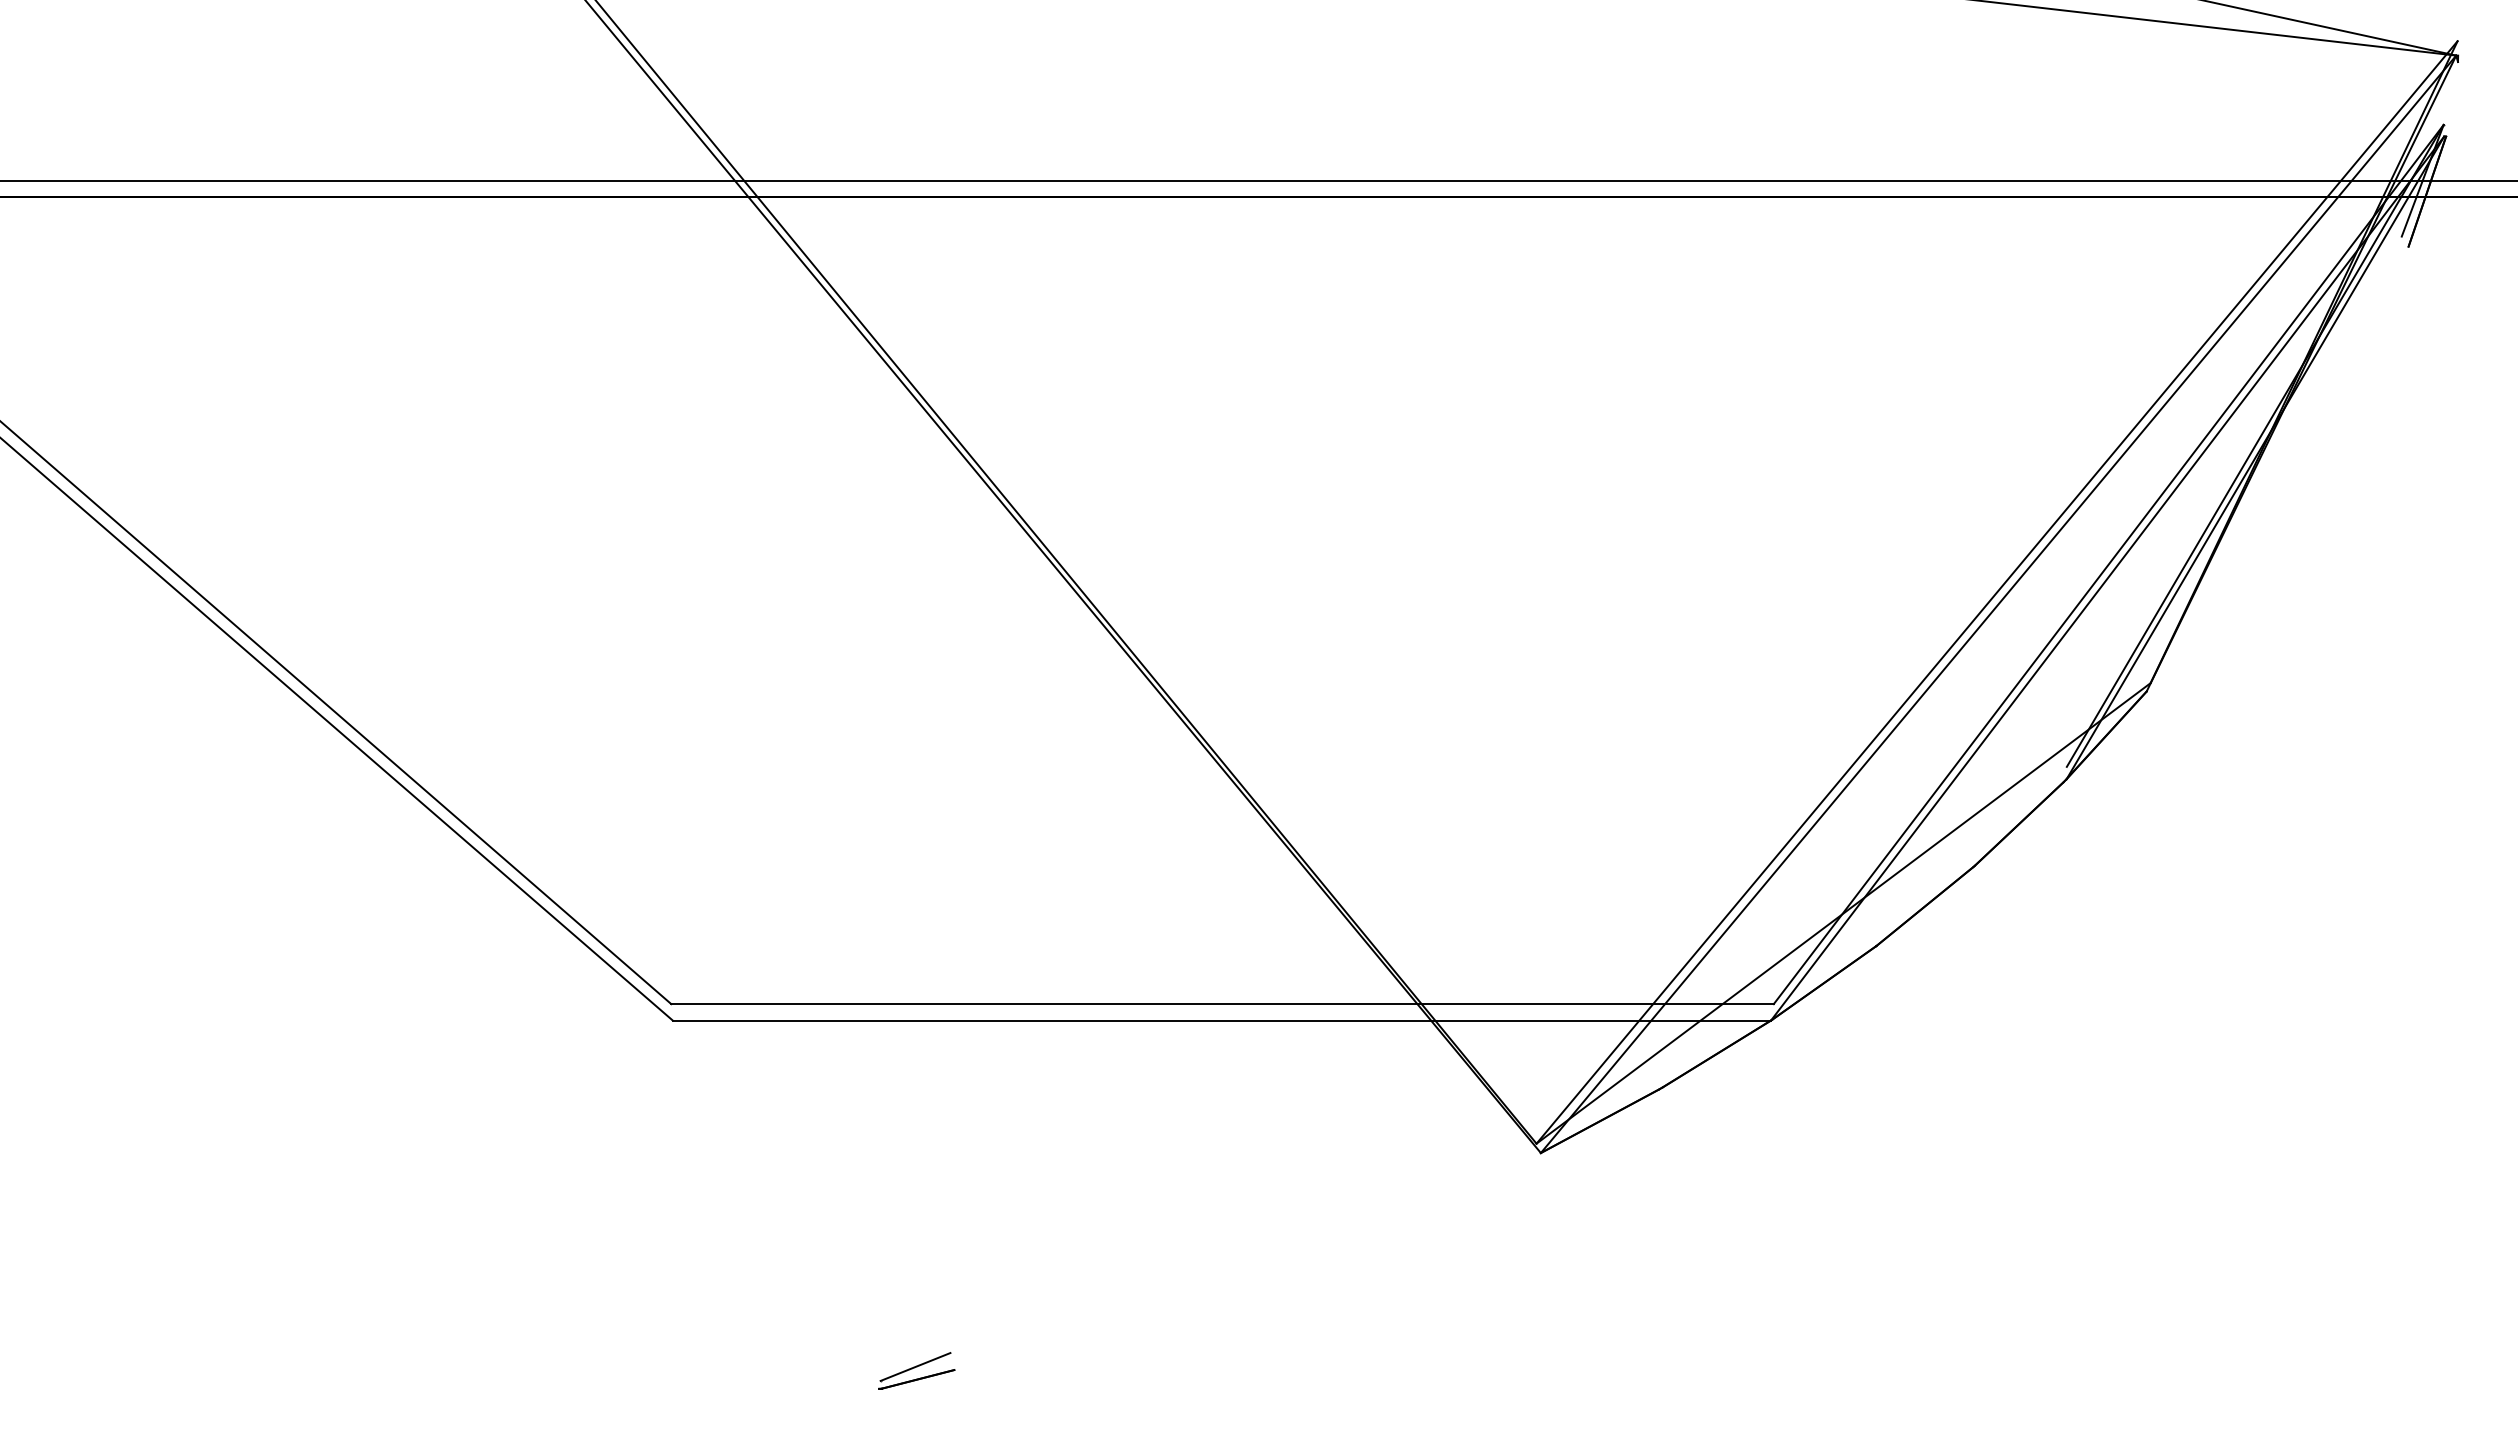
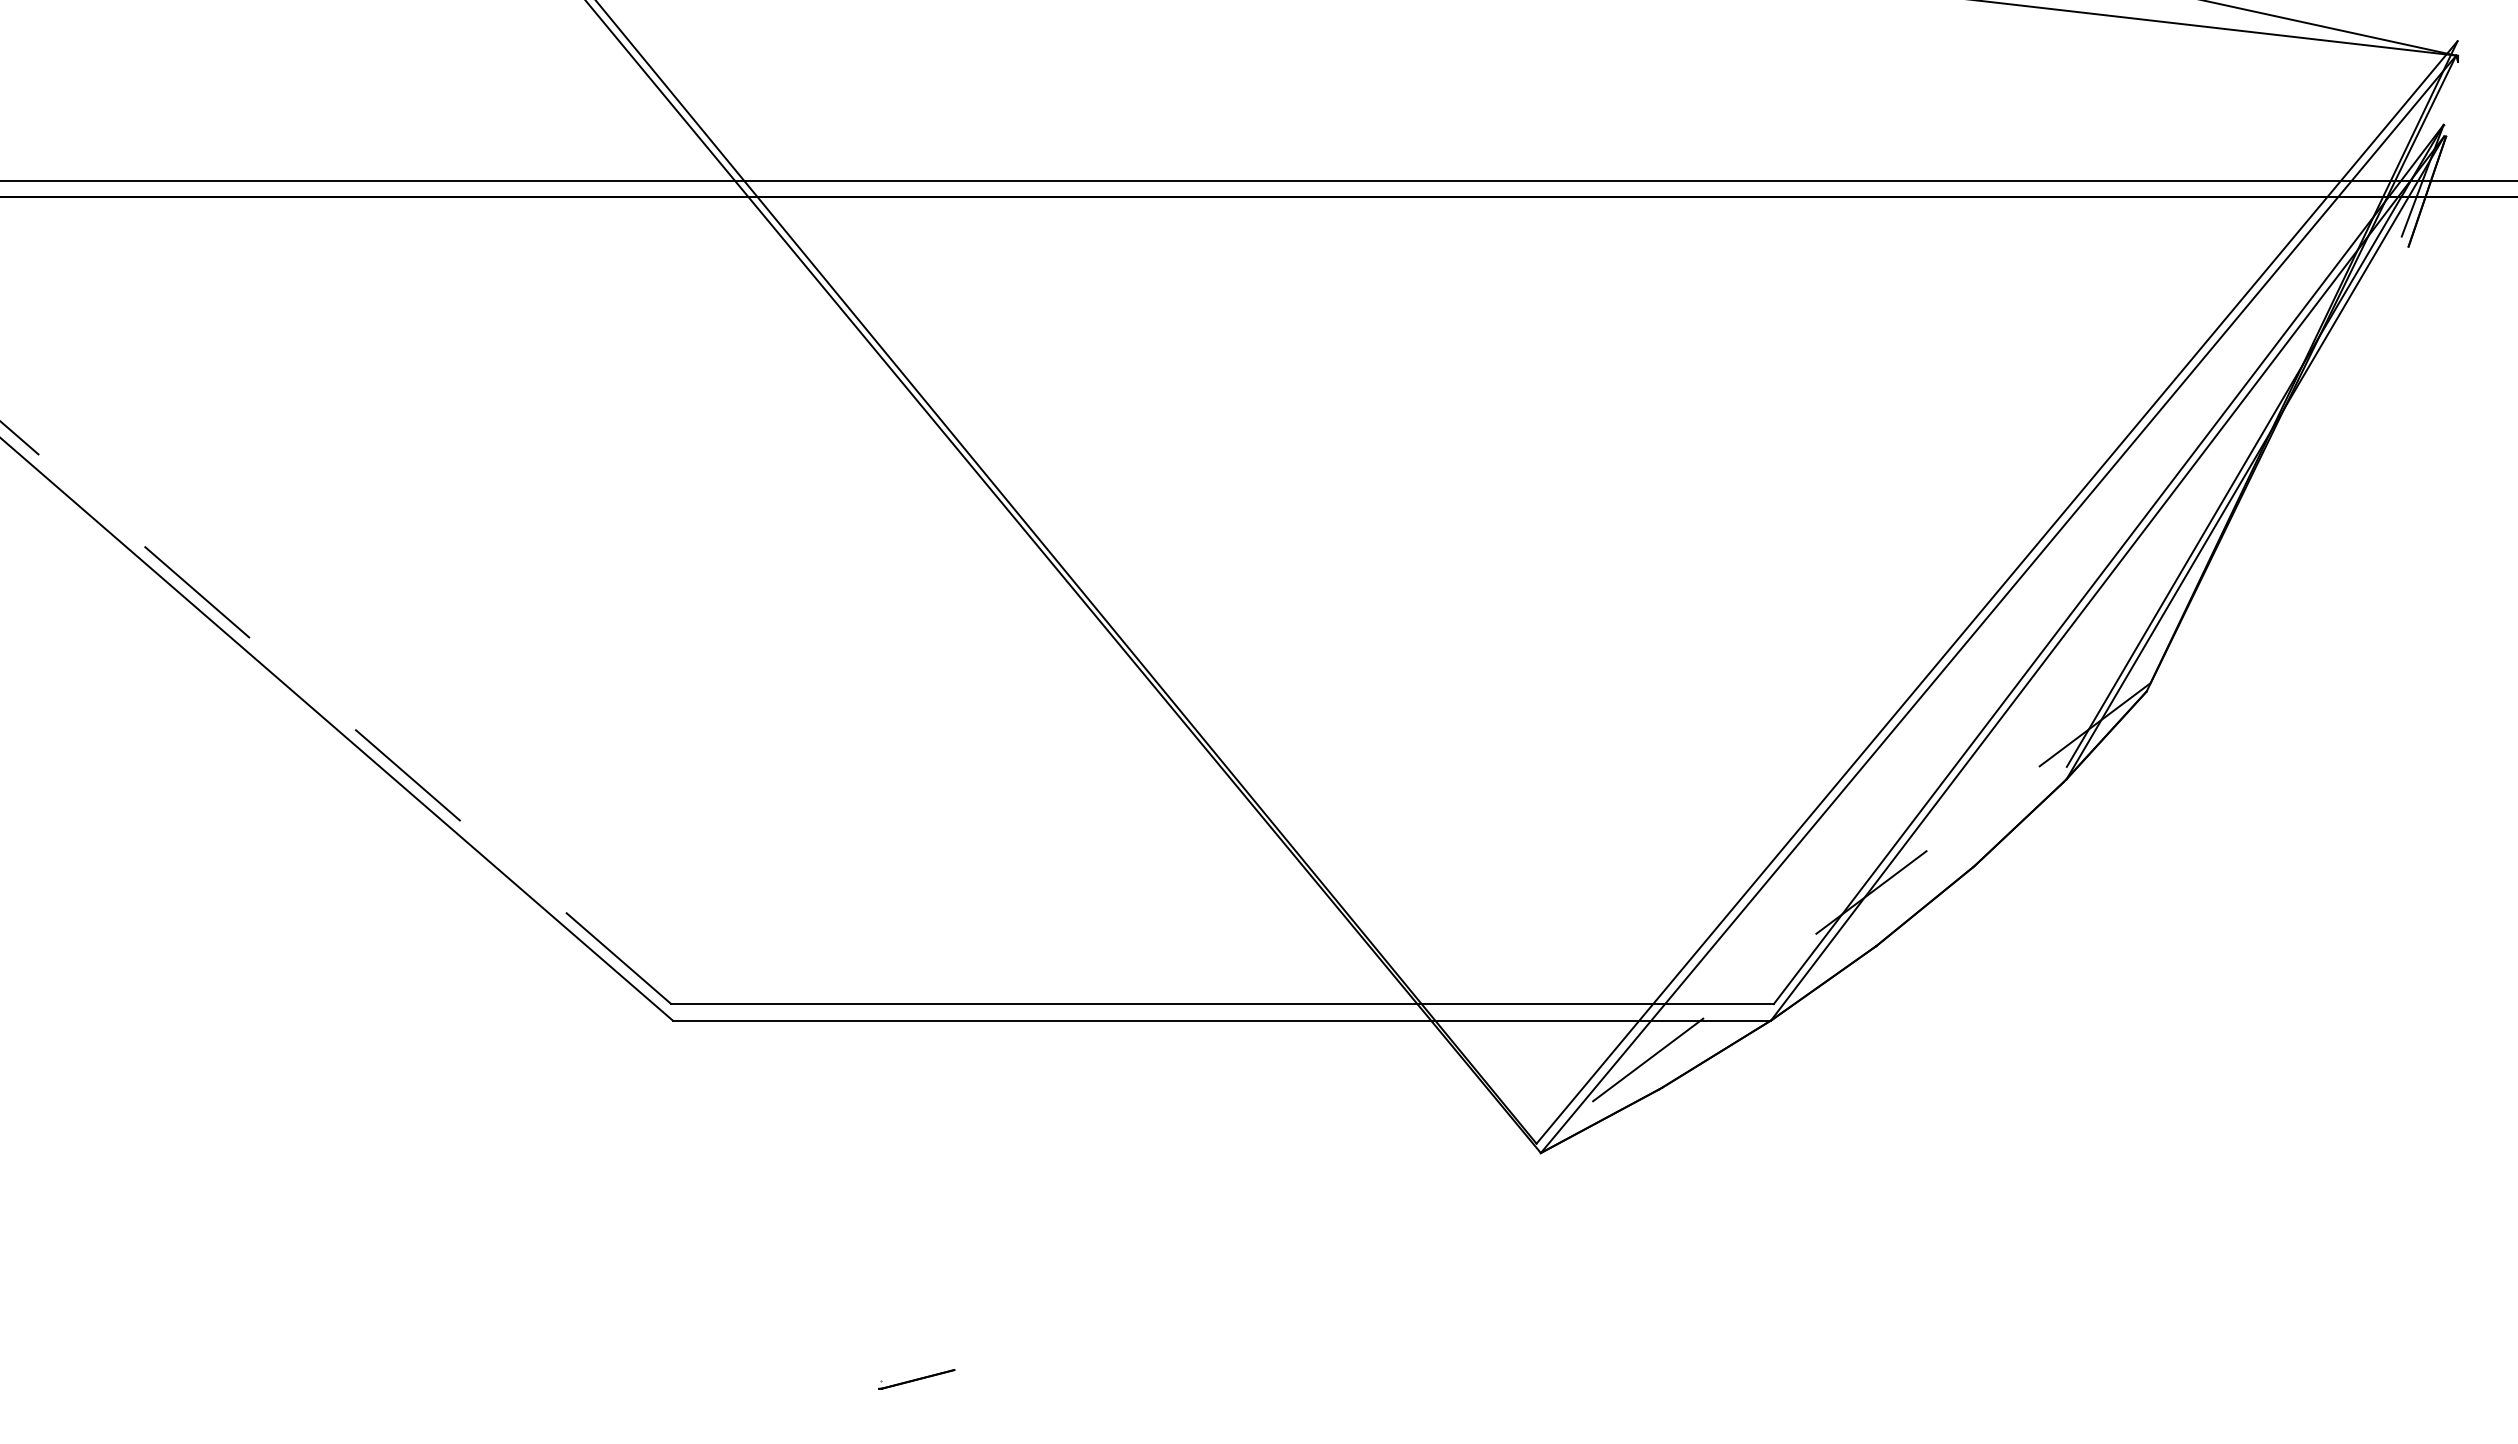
line at (335, 712): solid -> dashed
line at (1843, 913): solid -> dashed
line at (915, 1366): present -> none
